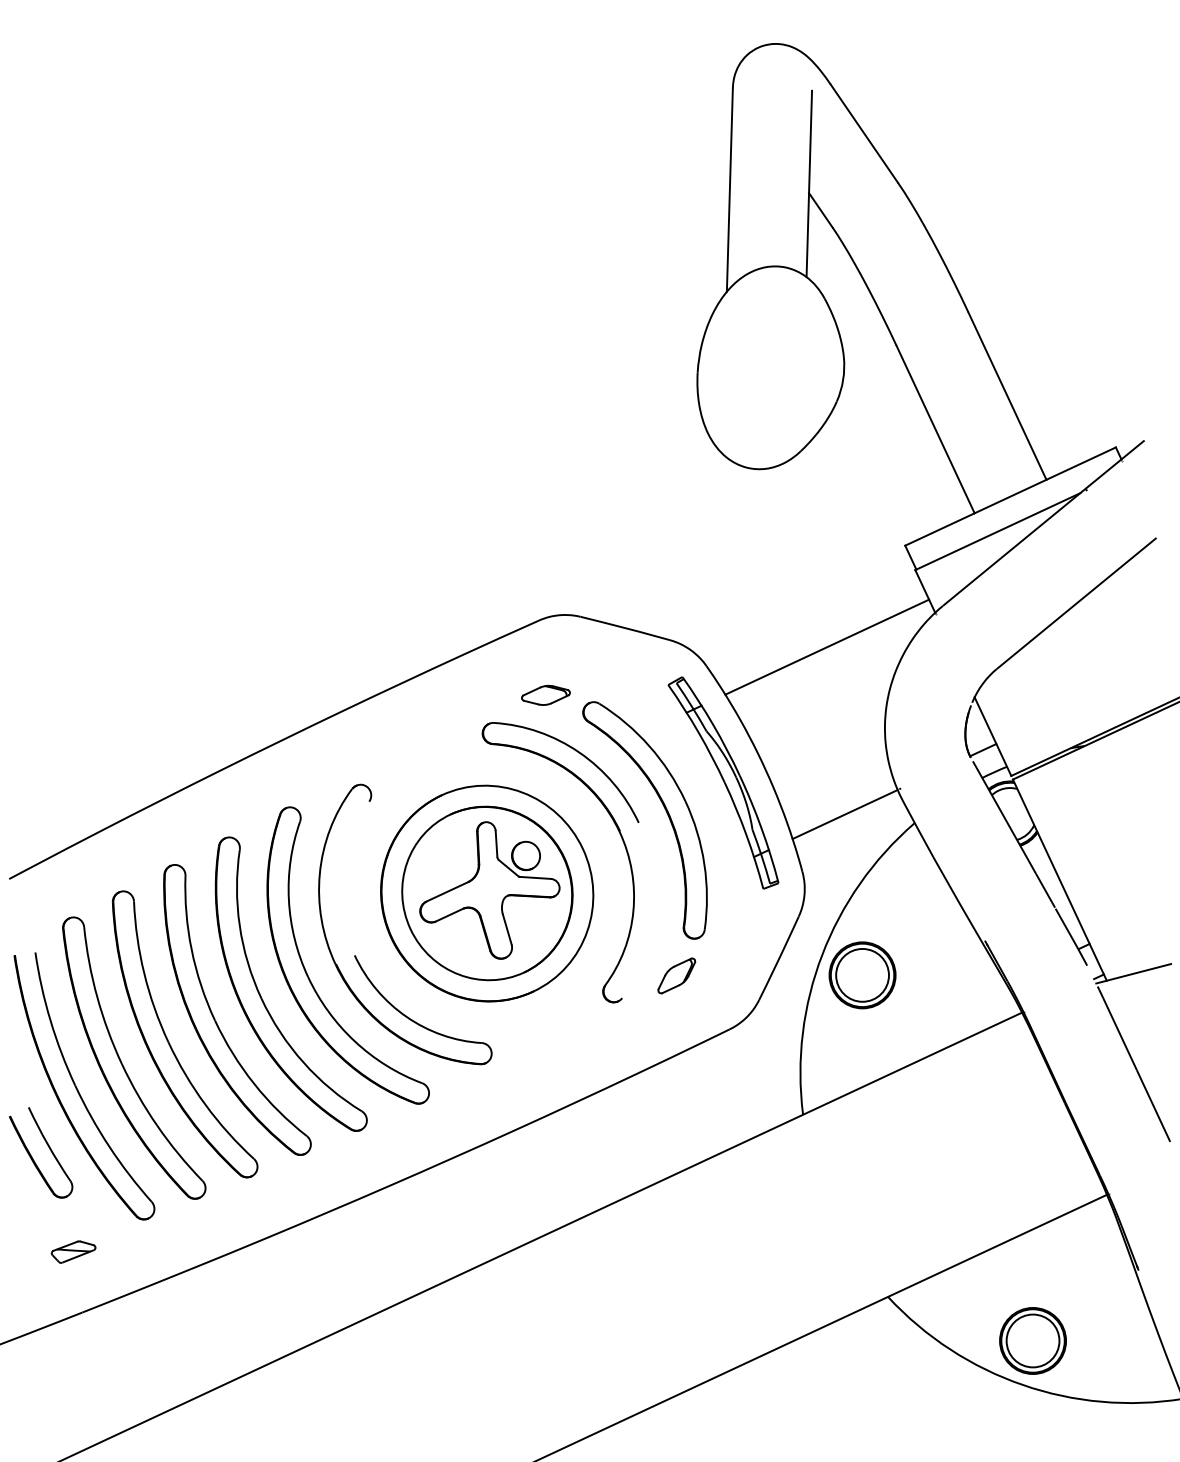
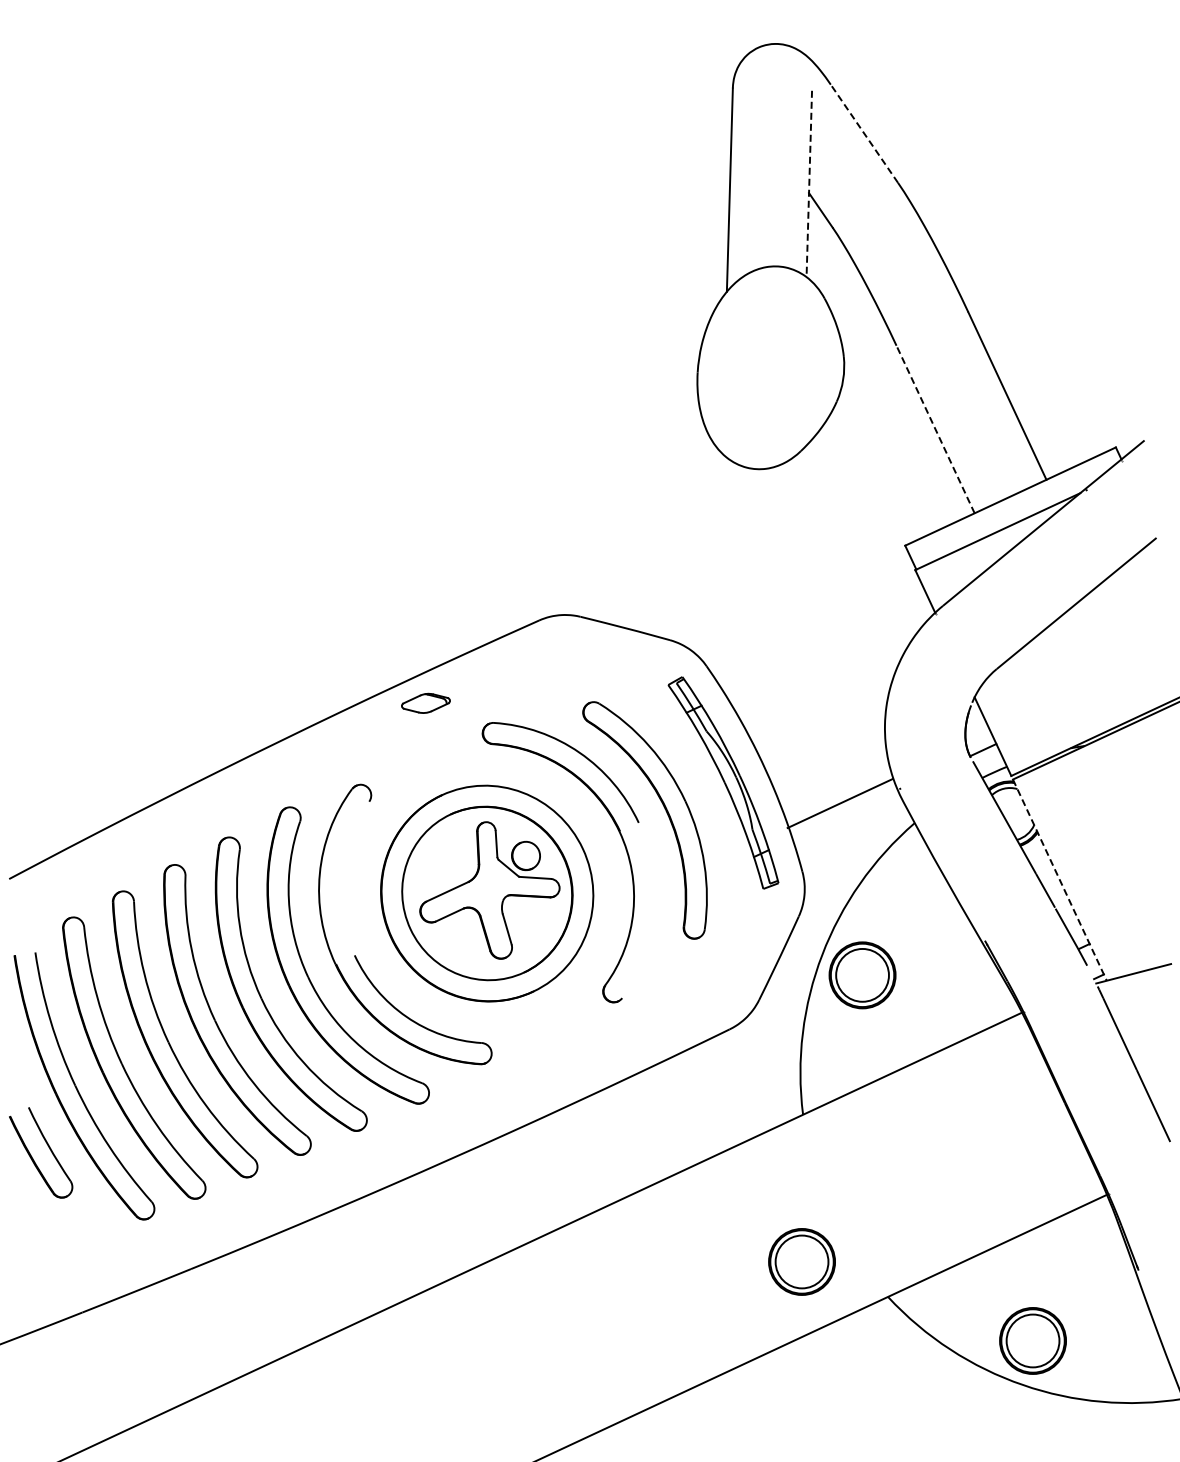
line at (864, 133): solid -> dashed
line at (809, 184): solid -> dashed
line at (935, 429): solid -> dashed
line at (827, 646): present -> none
part at (545, 694) position: (545, 694) -> (425, 702)
line at (844, 814) position: (844, 814) -> (839, 803)
line at (1060, 880): solid -> dashed
part at (676, 975): present -> none
part at (73, 1251): present -> none
part at (801, 1261): none -> present
